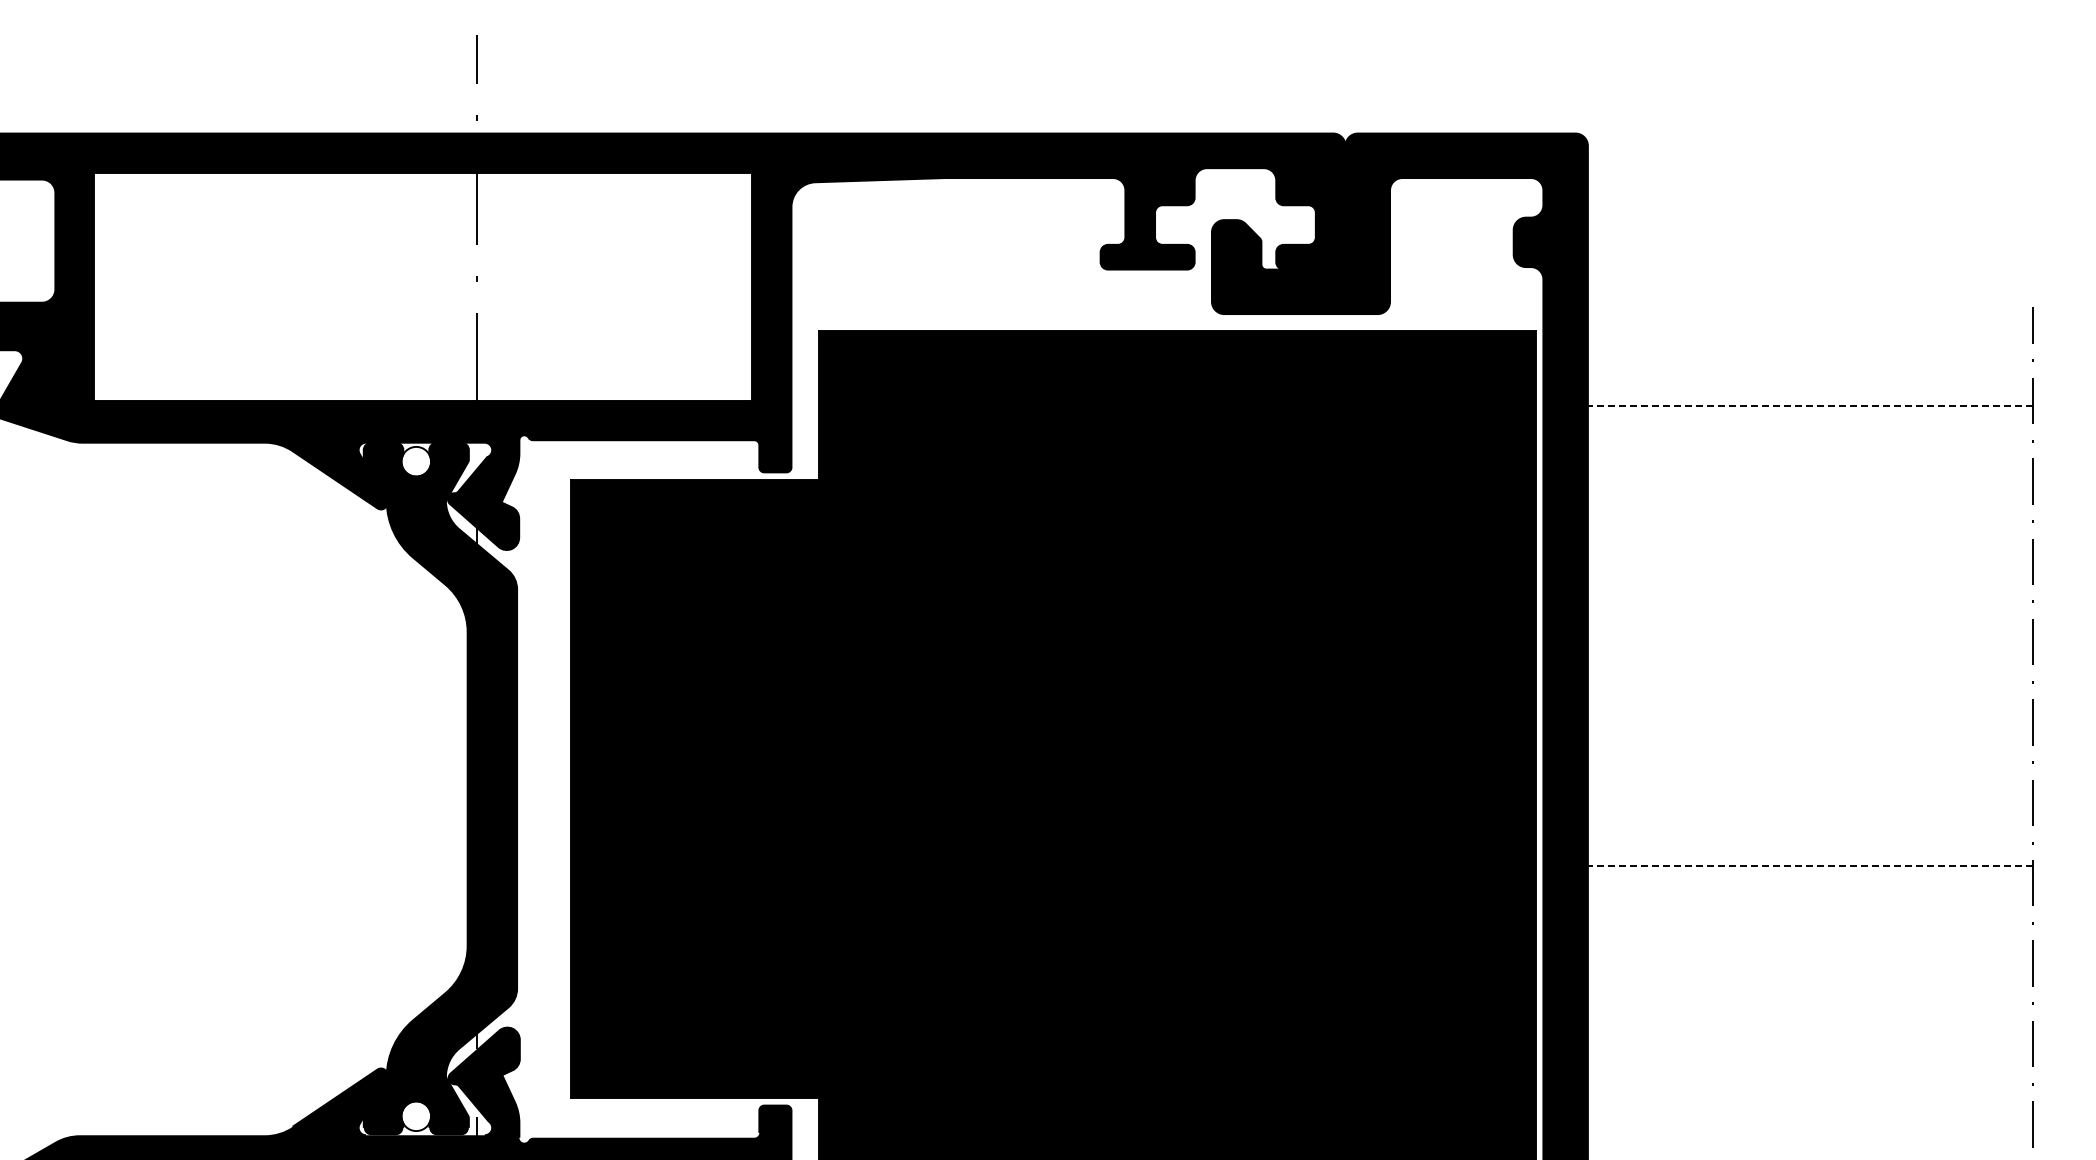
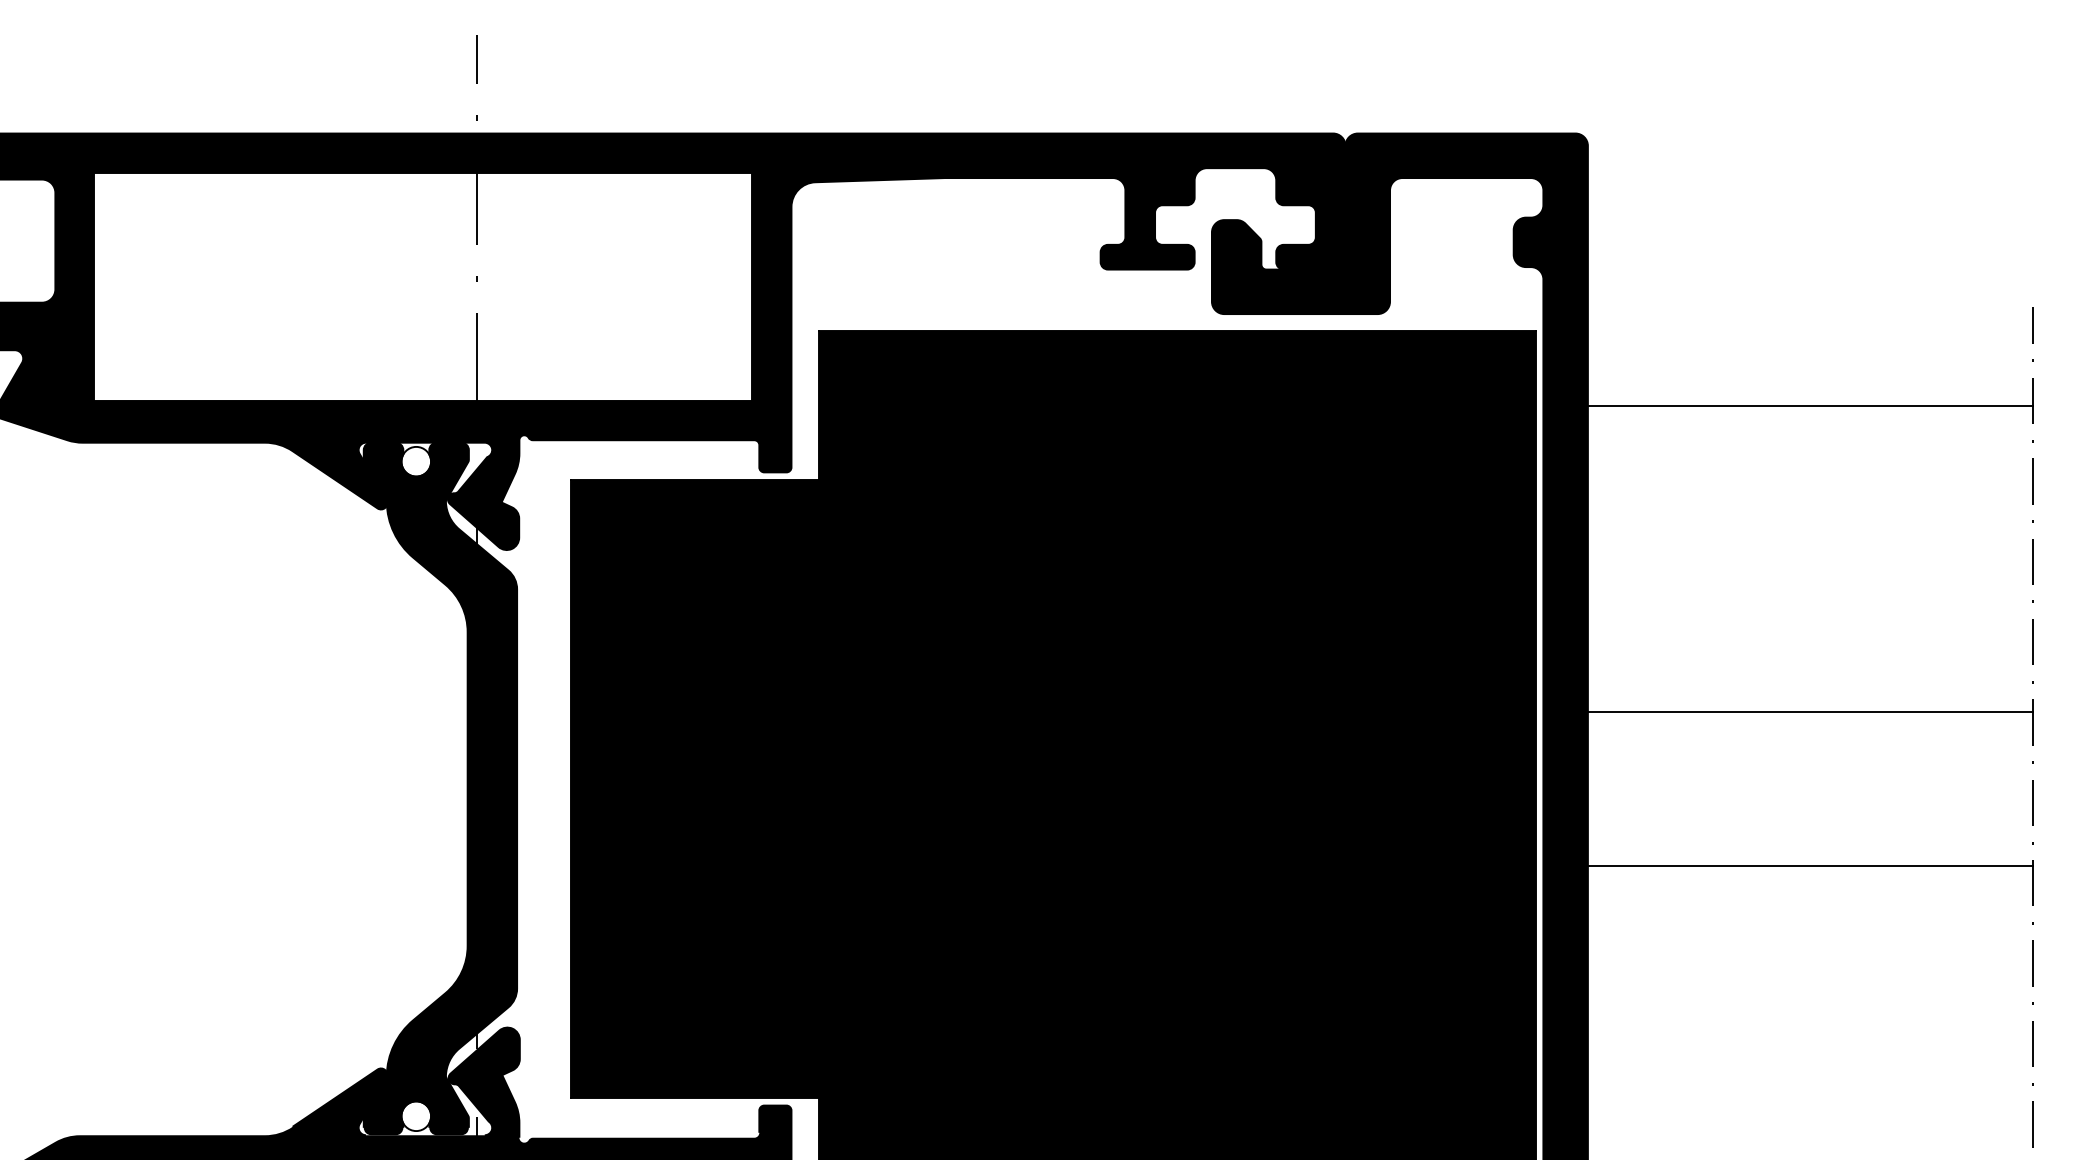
line at (1810, 405): dashed -> solid
line at (1810, 712): none -> present
line at (1810, 865): dashed -> solid
